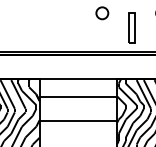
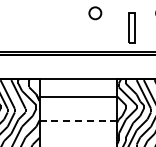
circle at (102, 13) position: (102, 13) -> (95, 13)
line at (78, 120): solid -> dashed
